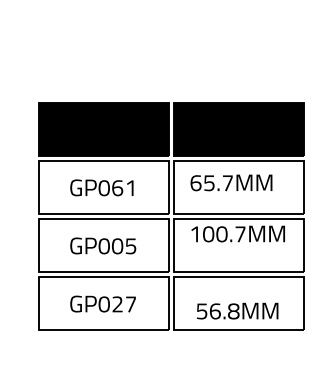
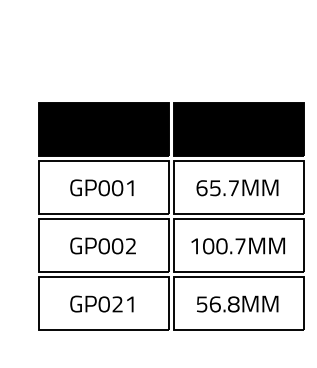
text at (231, 182) position: (231, 182) -> (237, 187)
text at (117, 187): GP061 -> GP001
text at (237, 233) position: (237, 233) -> (237, 245)
text at (131, 246): GP005 -> GP002
text at (130, 304): GP027 -> GP021
text at (237, 310) position: (237, 310) -> (237, 303)
